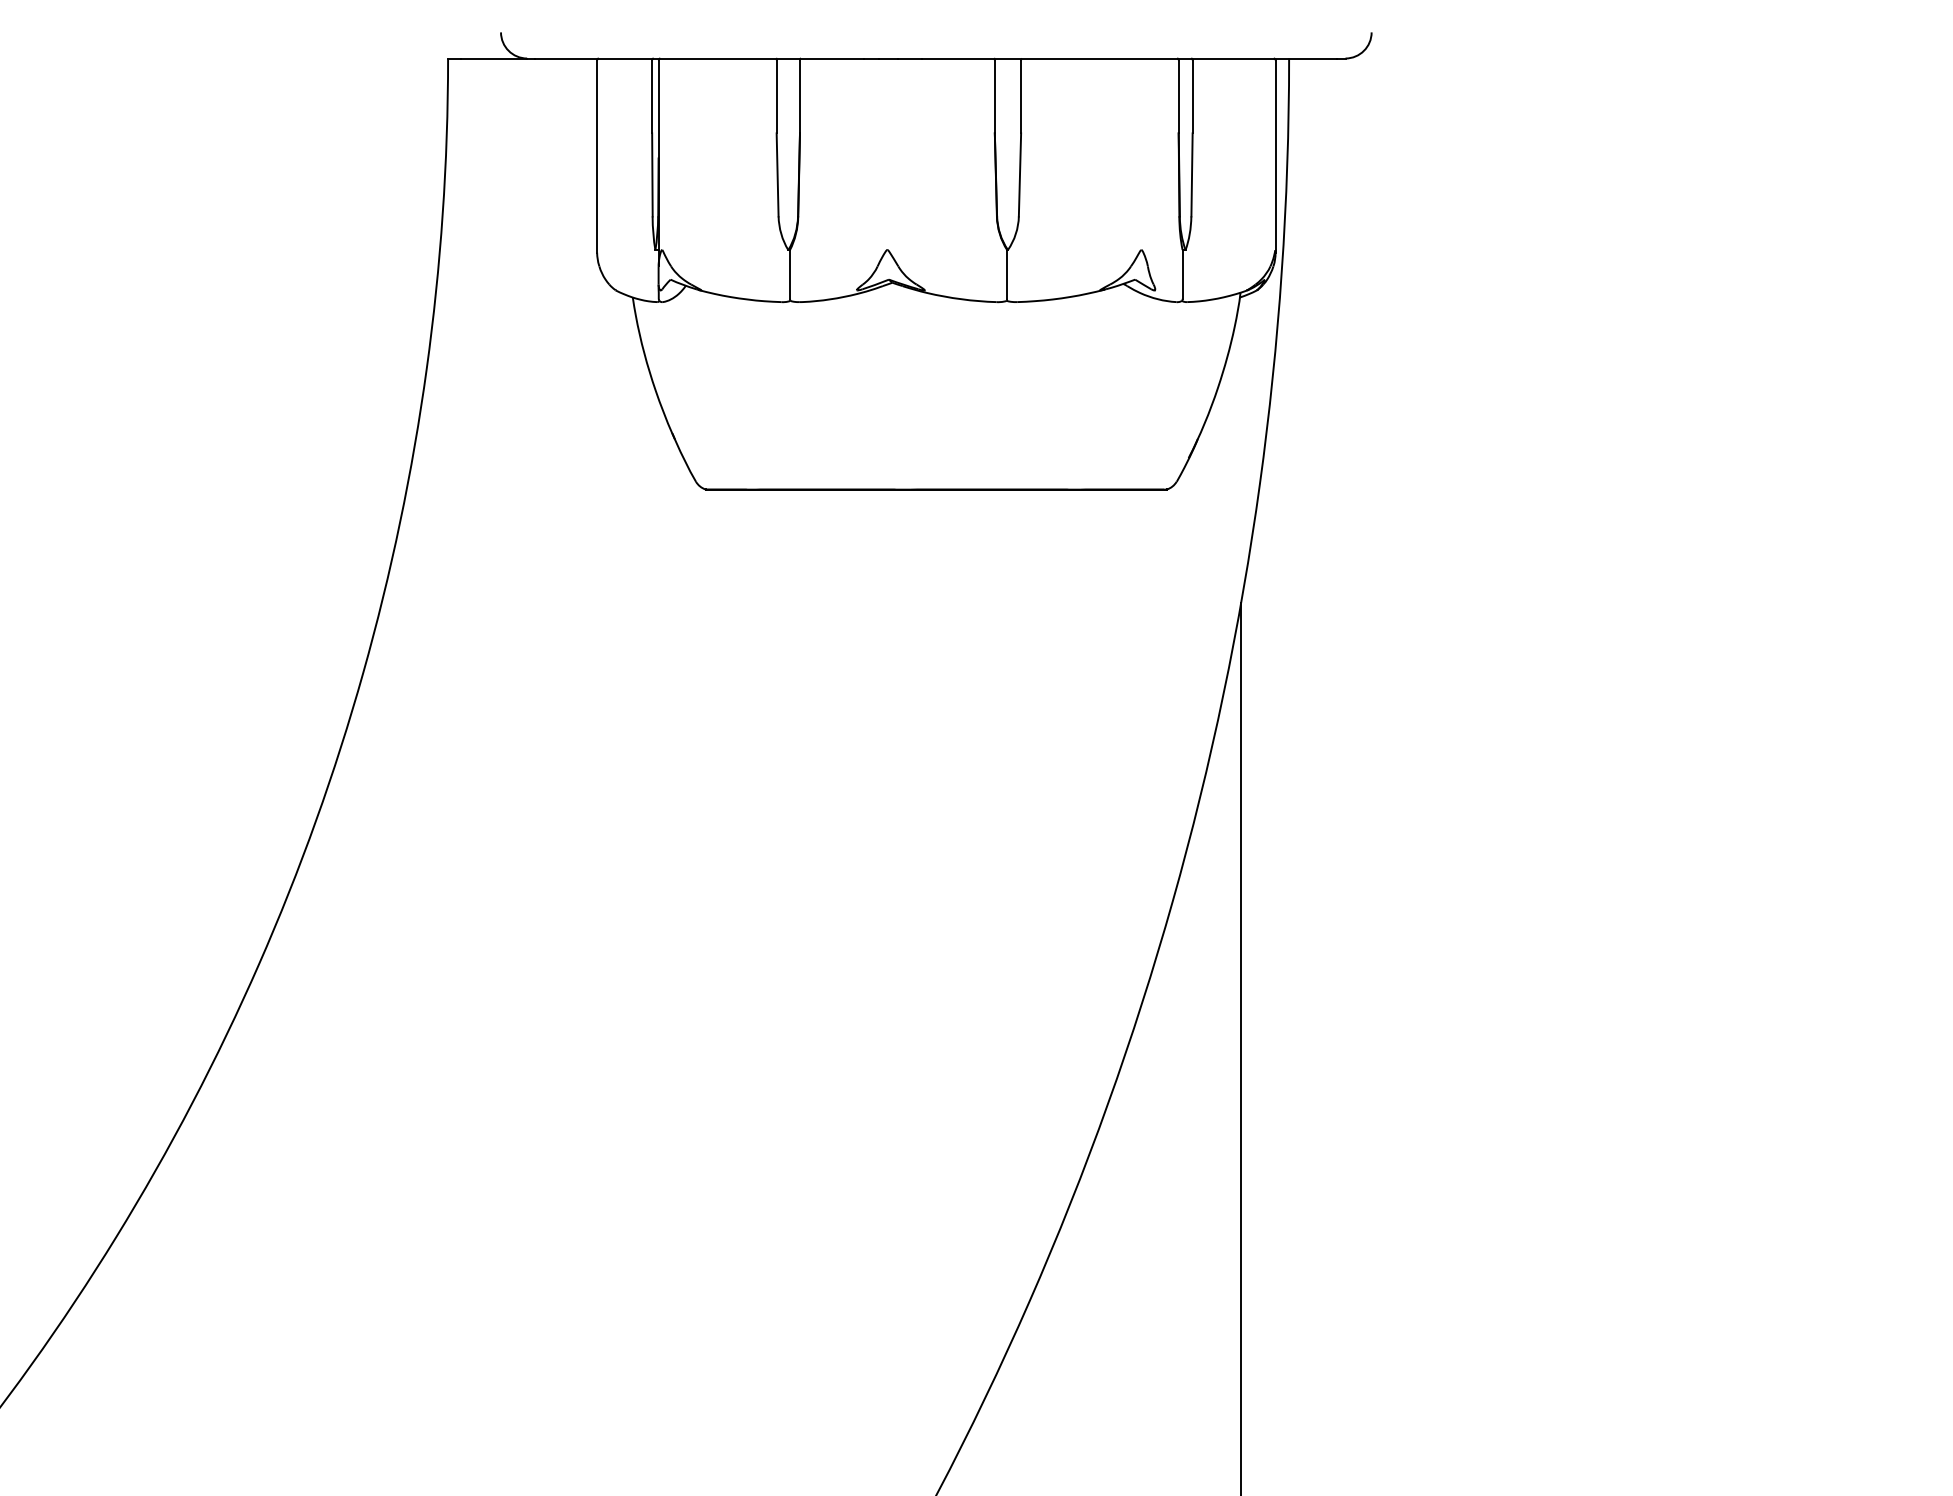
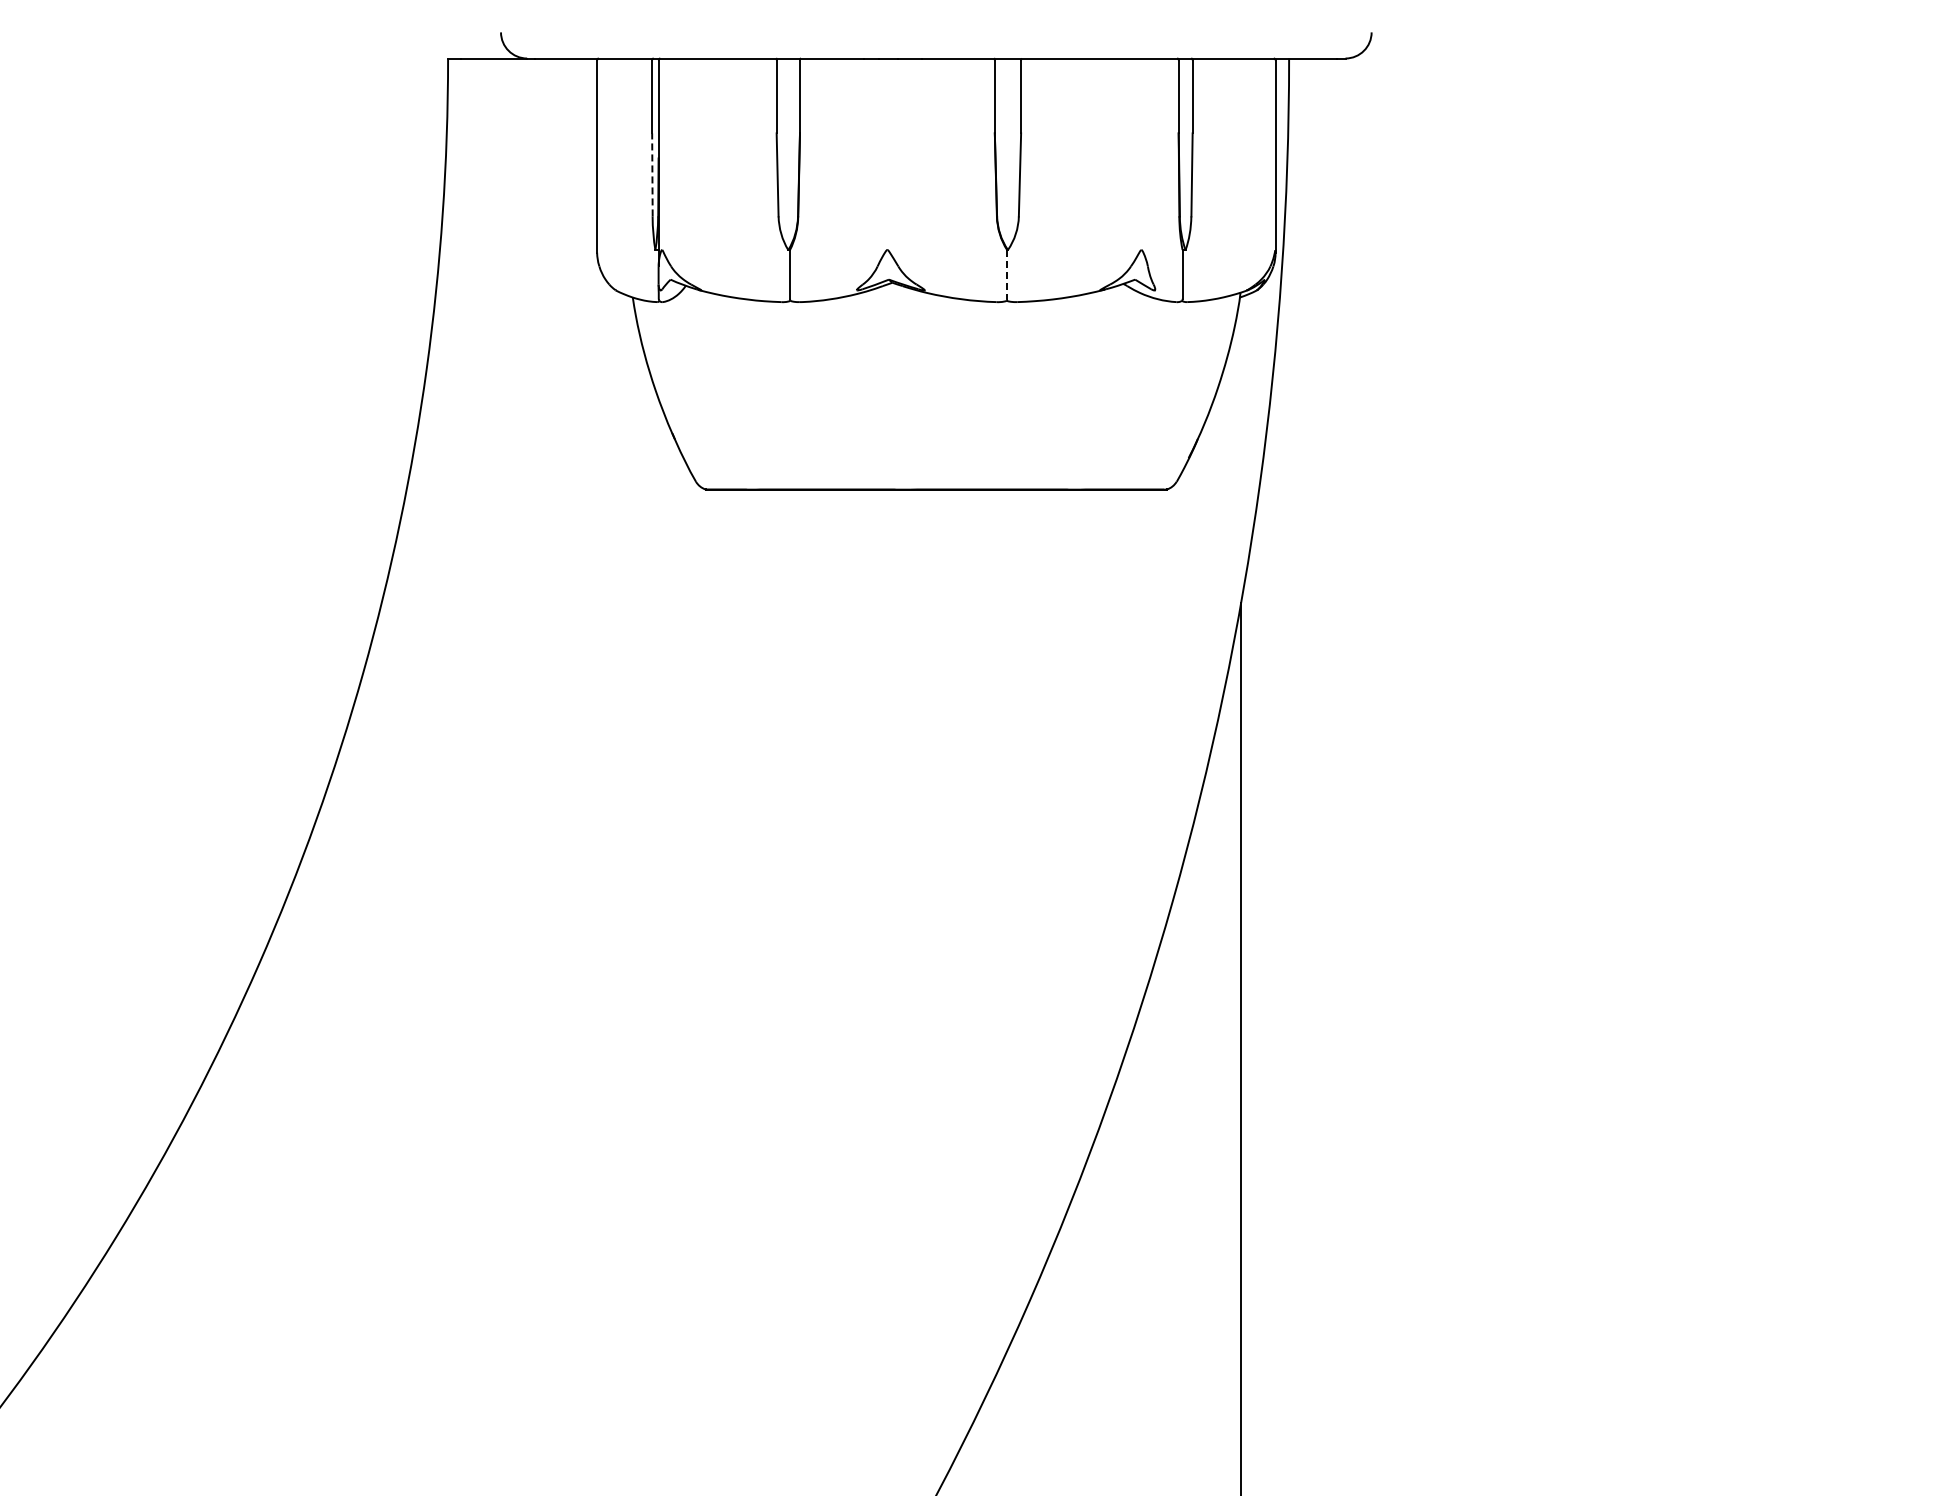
line at (652, 174): solid -> dashed
line at (1007, 274): solid -> dashed
